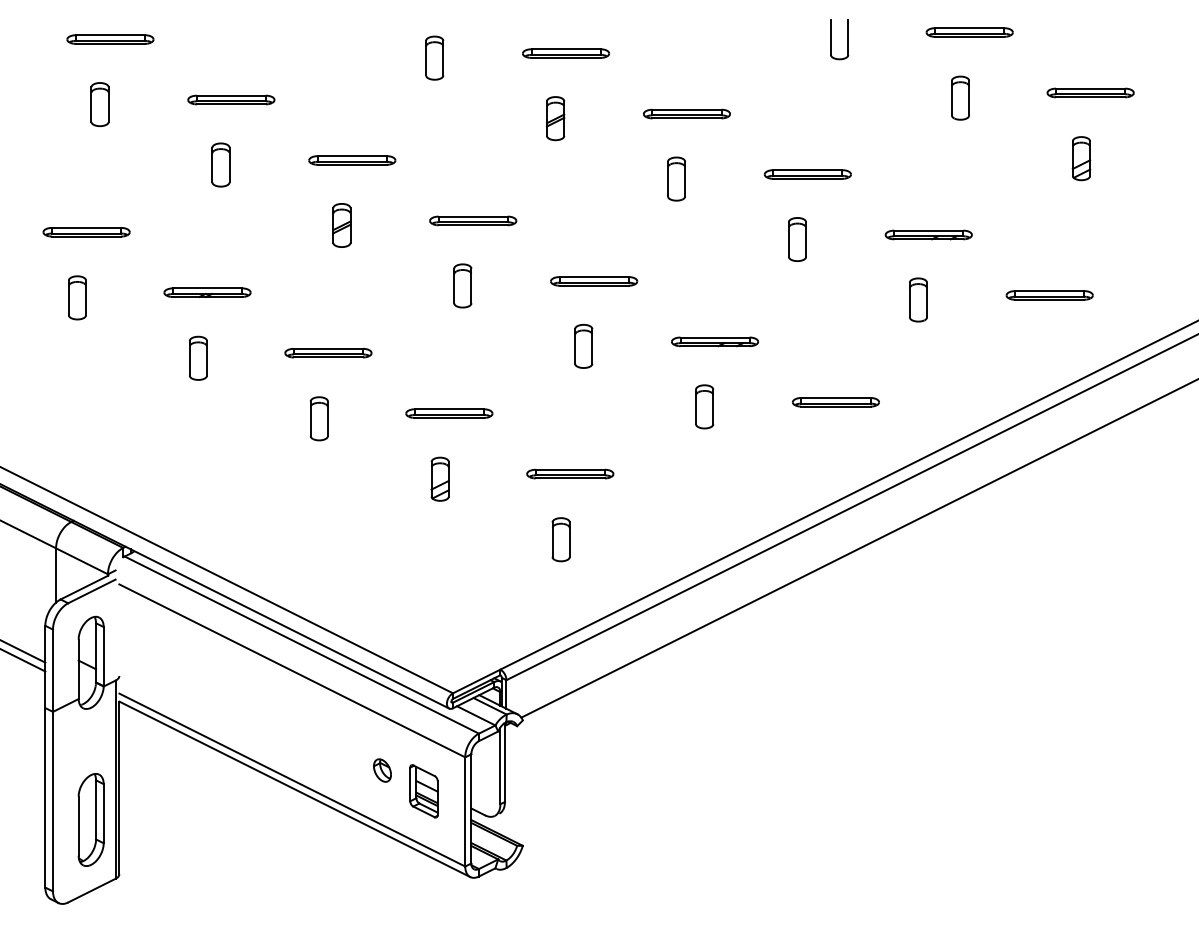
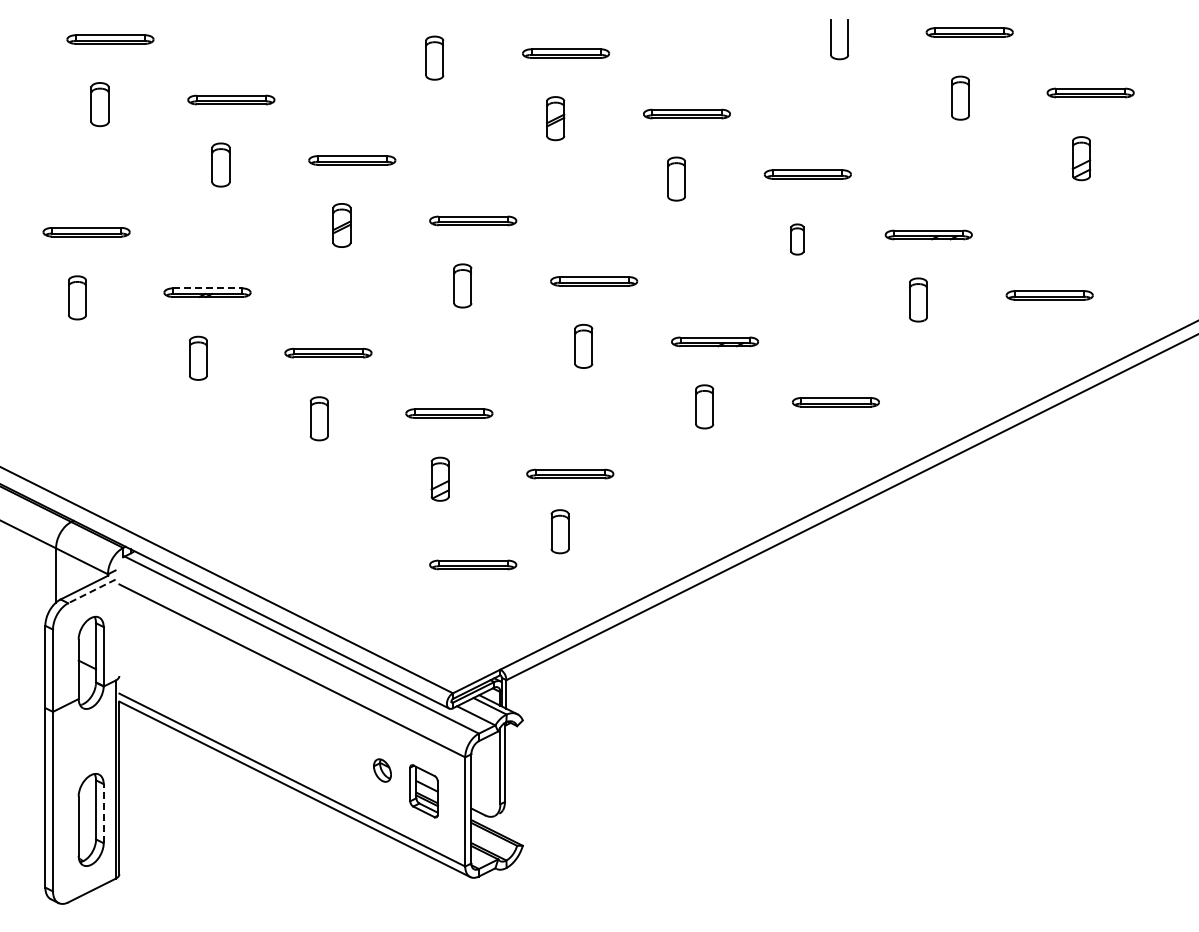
part at (797, 239) size: 19x45 px -> 15x33 px
line at (207, 288): solid -> dashed
part at (560, 539) position: (560, 539) -> (559, 531)
line at (858, 548): present -> none
part at (473, 564): none -> present
line at (91, 591): solid -> dashed
line at (23, 651): present -> none
line at (23, 660): present -> none
line at (103, 813): solid -> dashed
